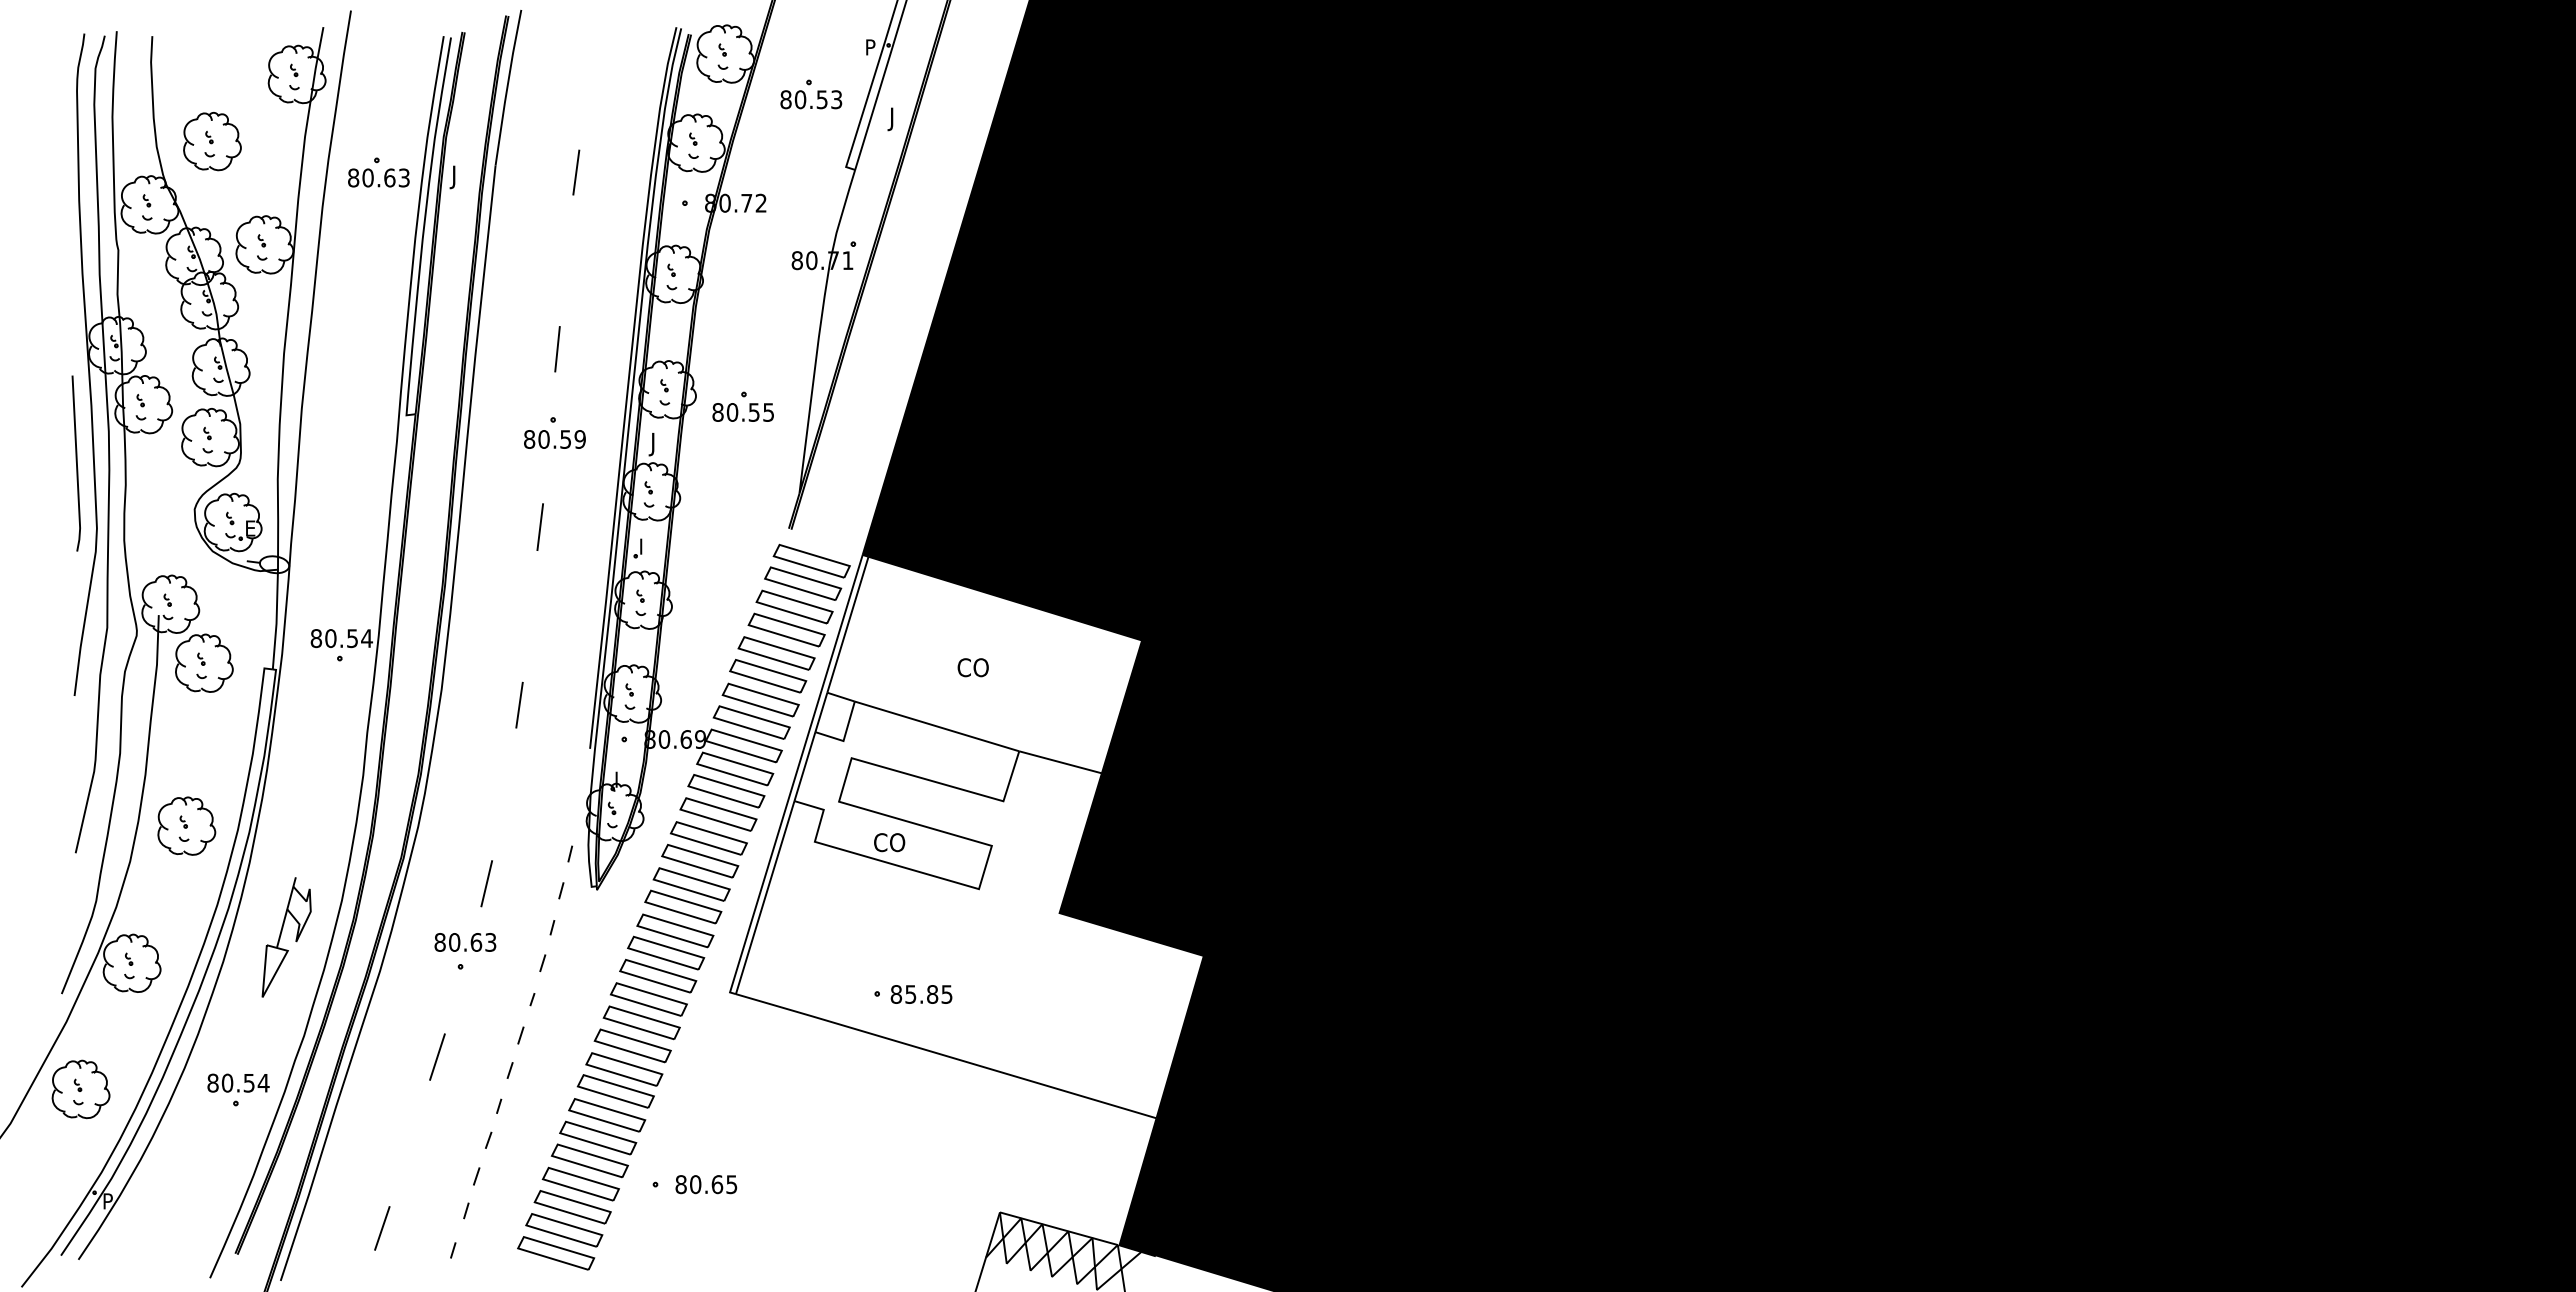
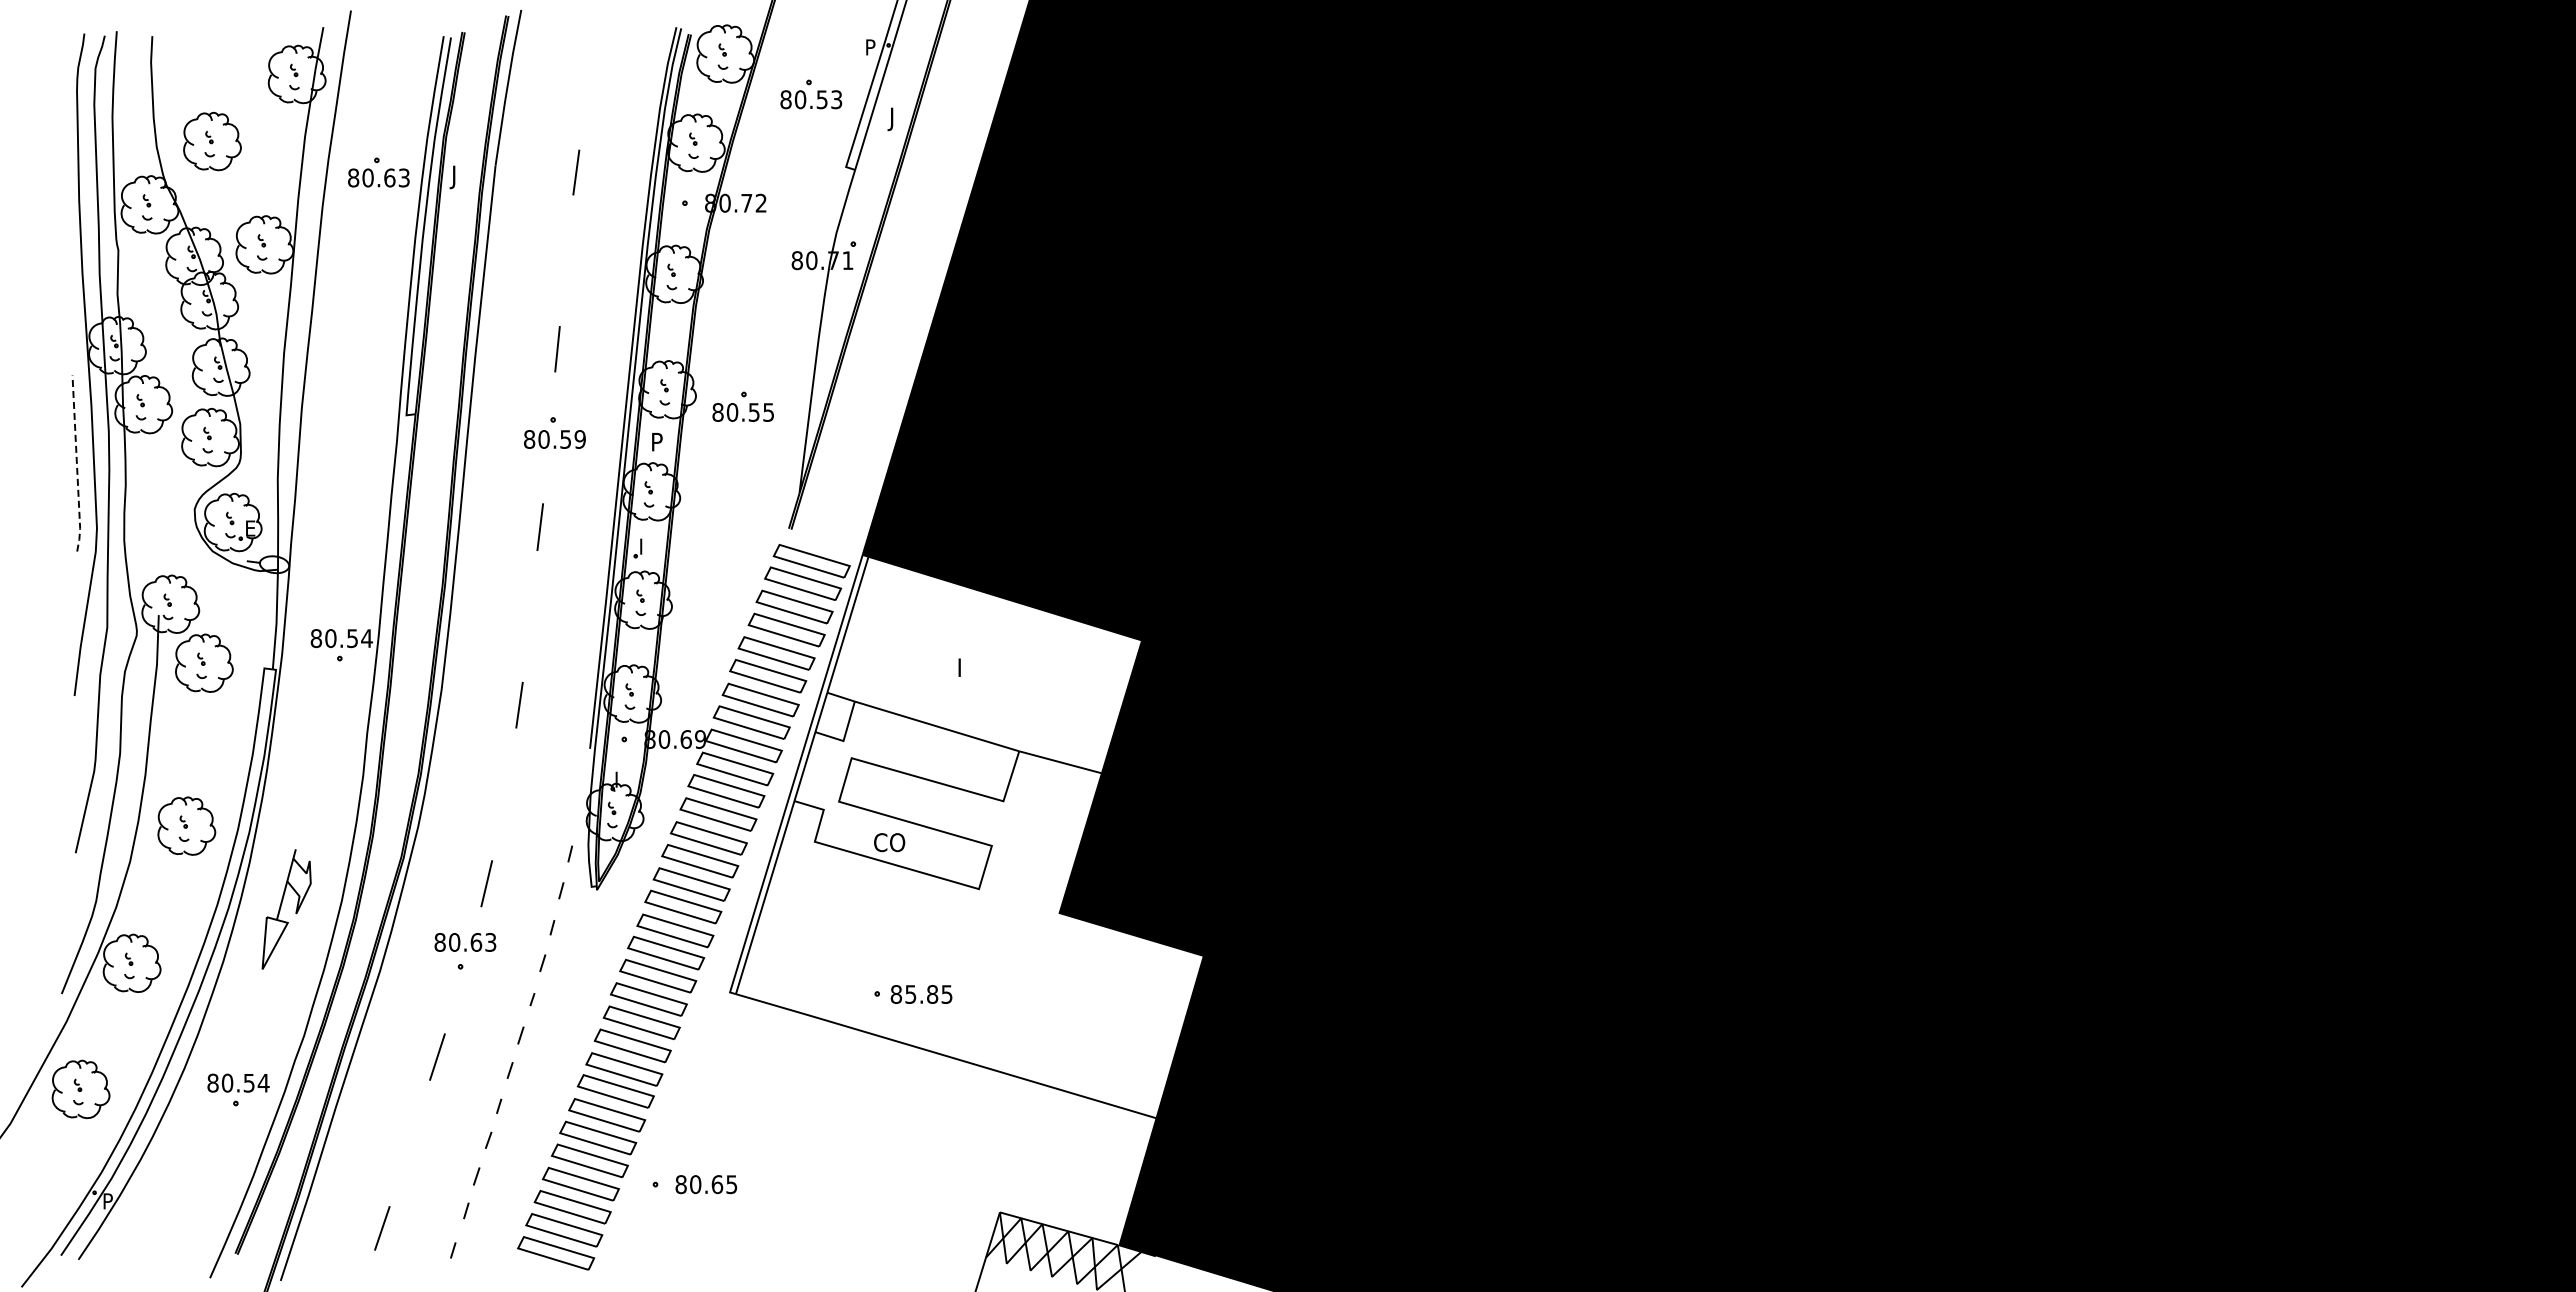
text at (655, 444): J -> P
line at (76, 464): solid -> dashed
text at (972, 667): CO -> I
part at (286, 937) position: (286, 937) -> (286, 909)
